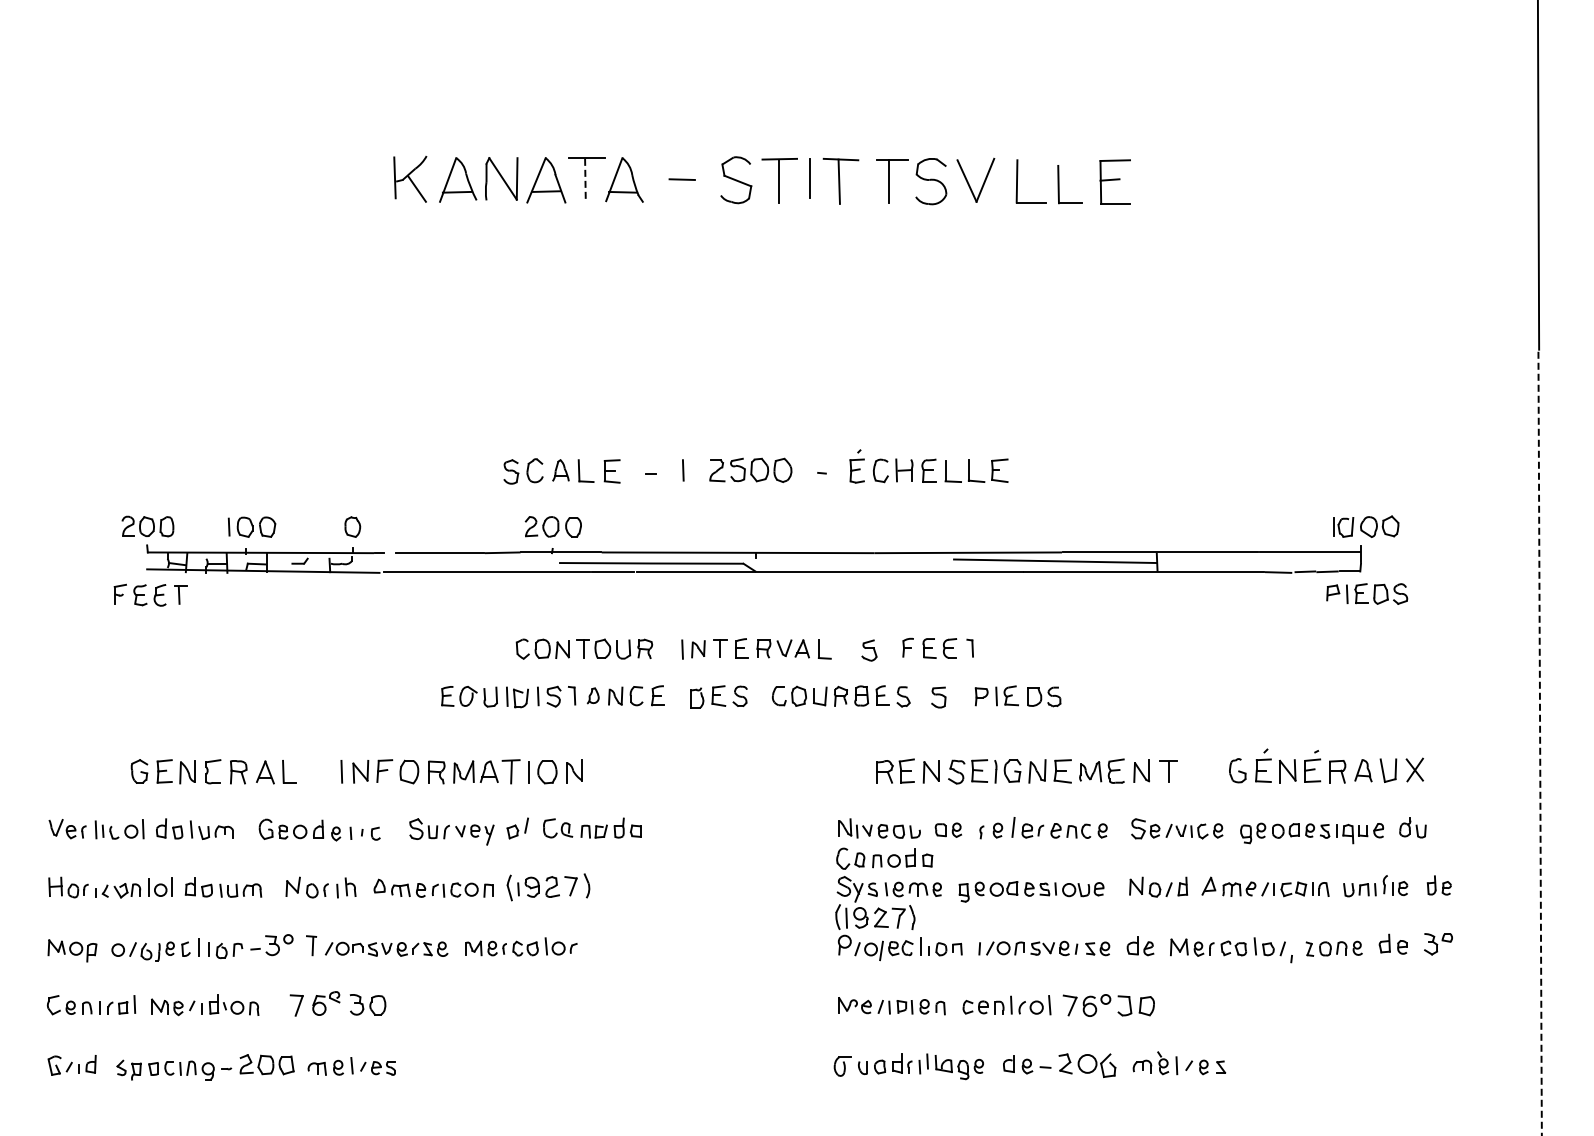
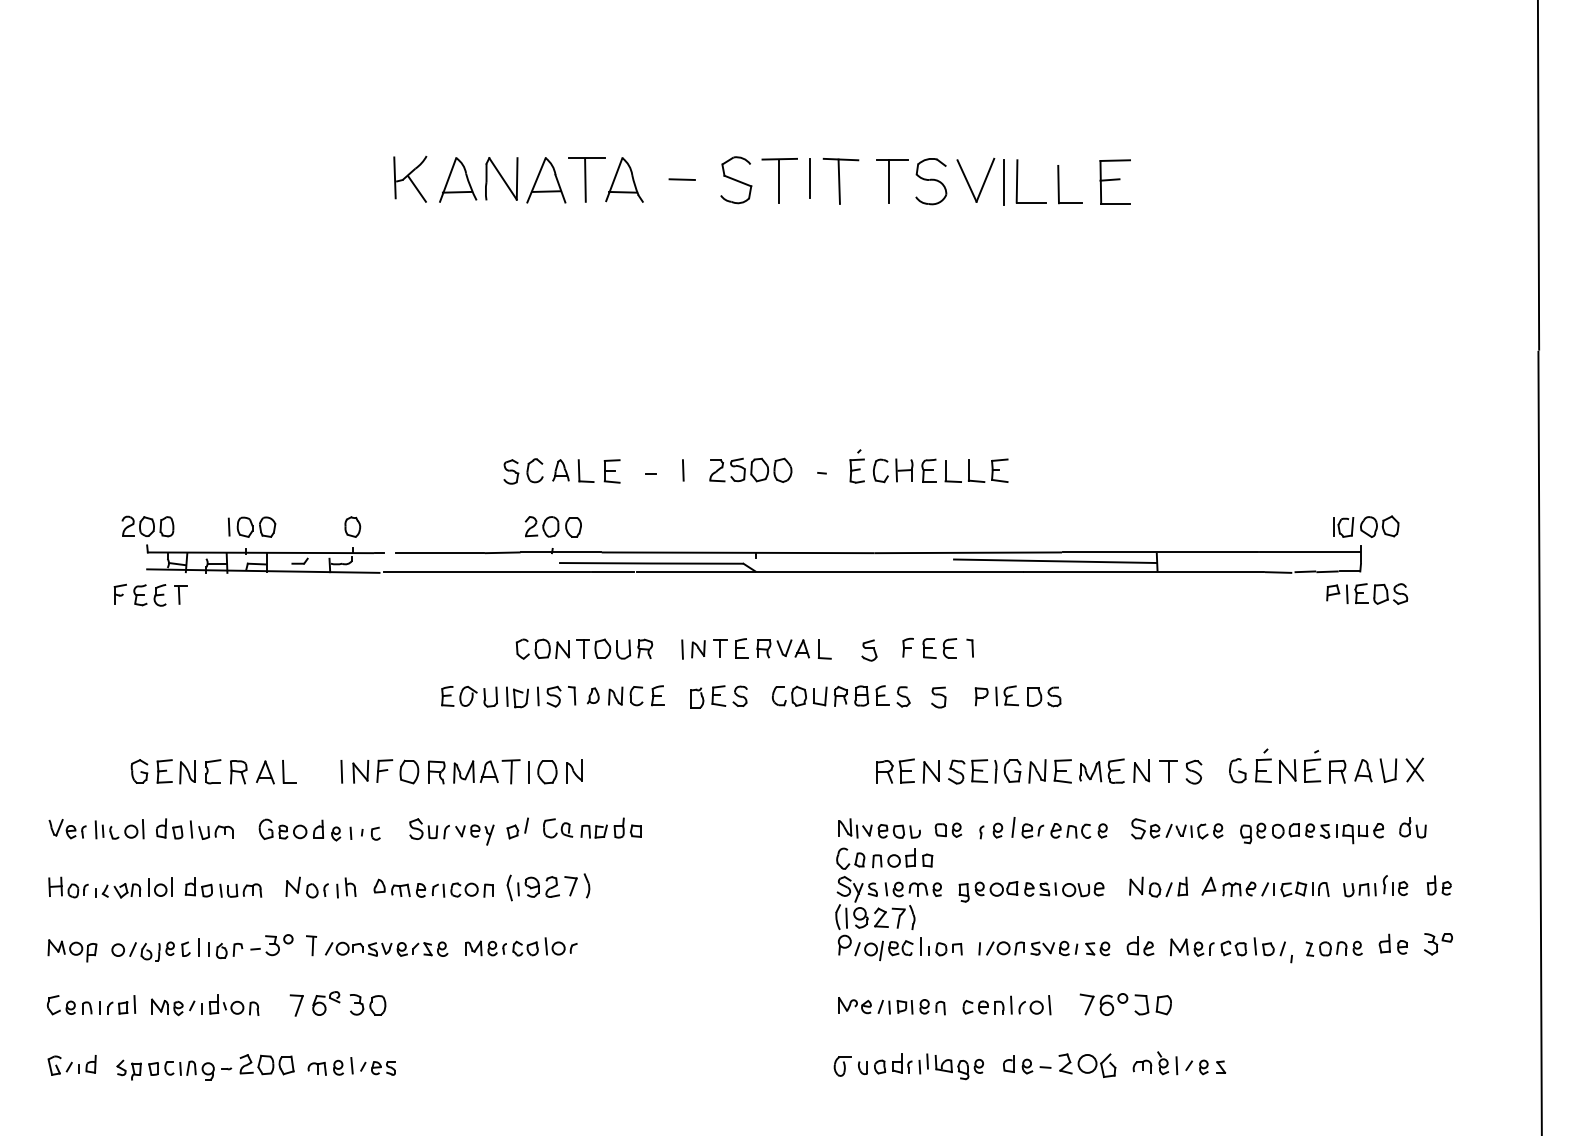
line at (585, 180): dashed -> solid
line at (1004, 182): none -> present
line at (1540, 743): dashed -> solid
part at (1193, 771): none -> present
part at (1108, 1005) position: (1108, 1005) -> (1125, 1004)
